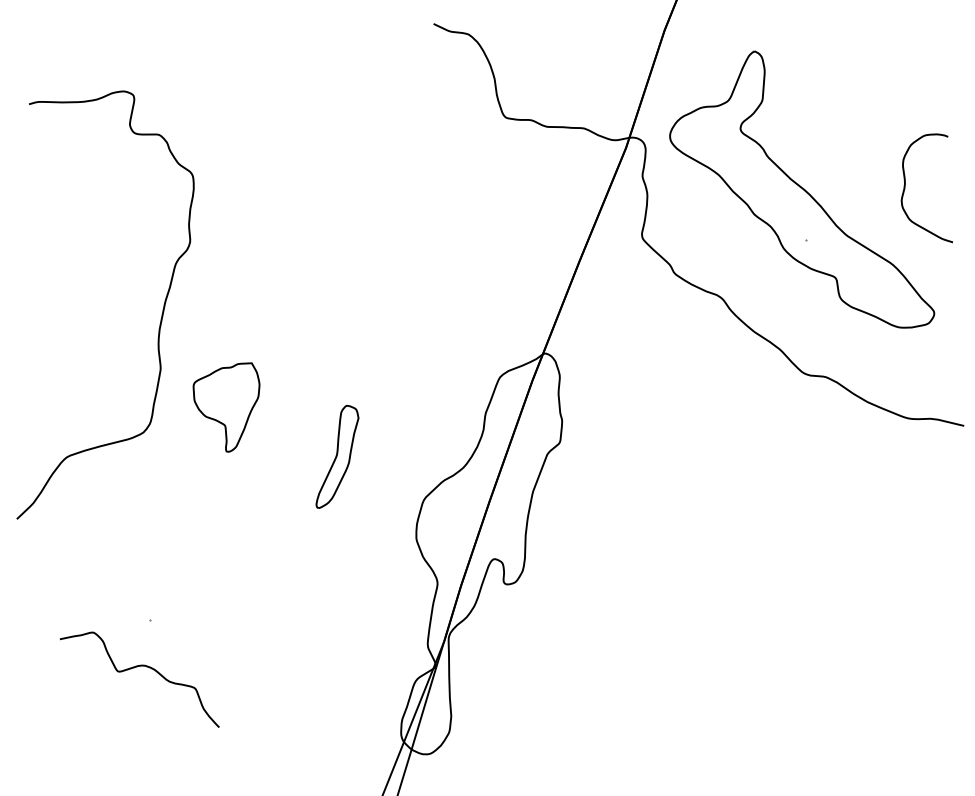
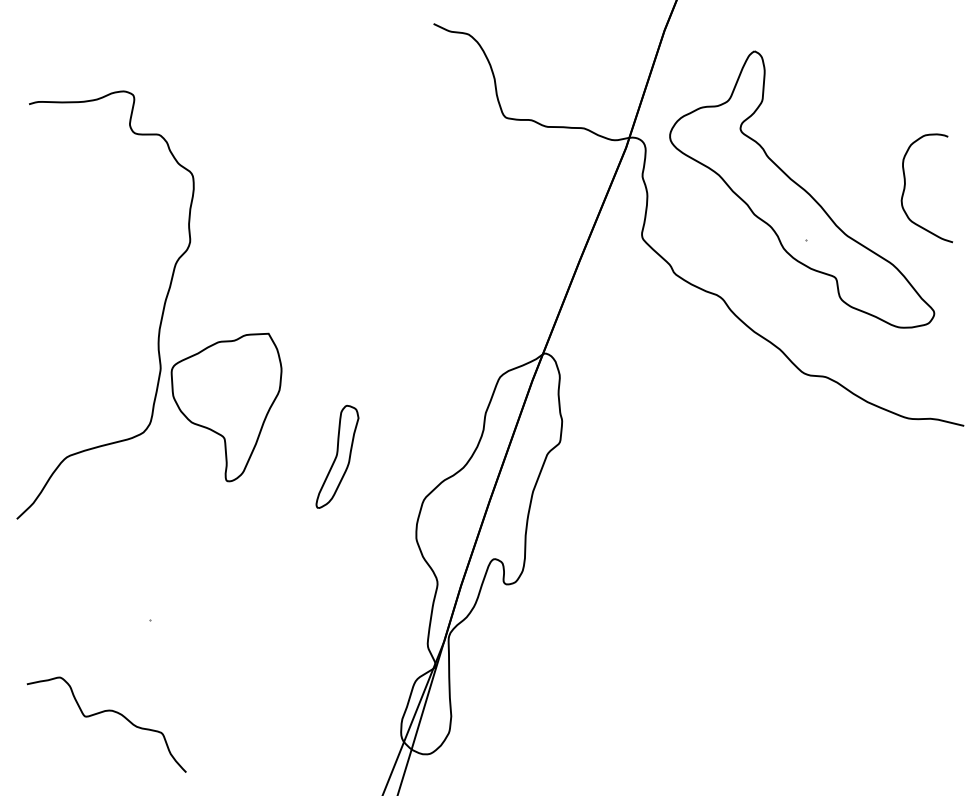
part at (226, 407) size: 69x91 px -> 113x151 px
curve at (134, 668) position: (134, 668) -> (101, 713)
